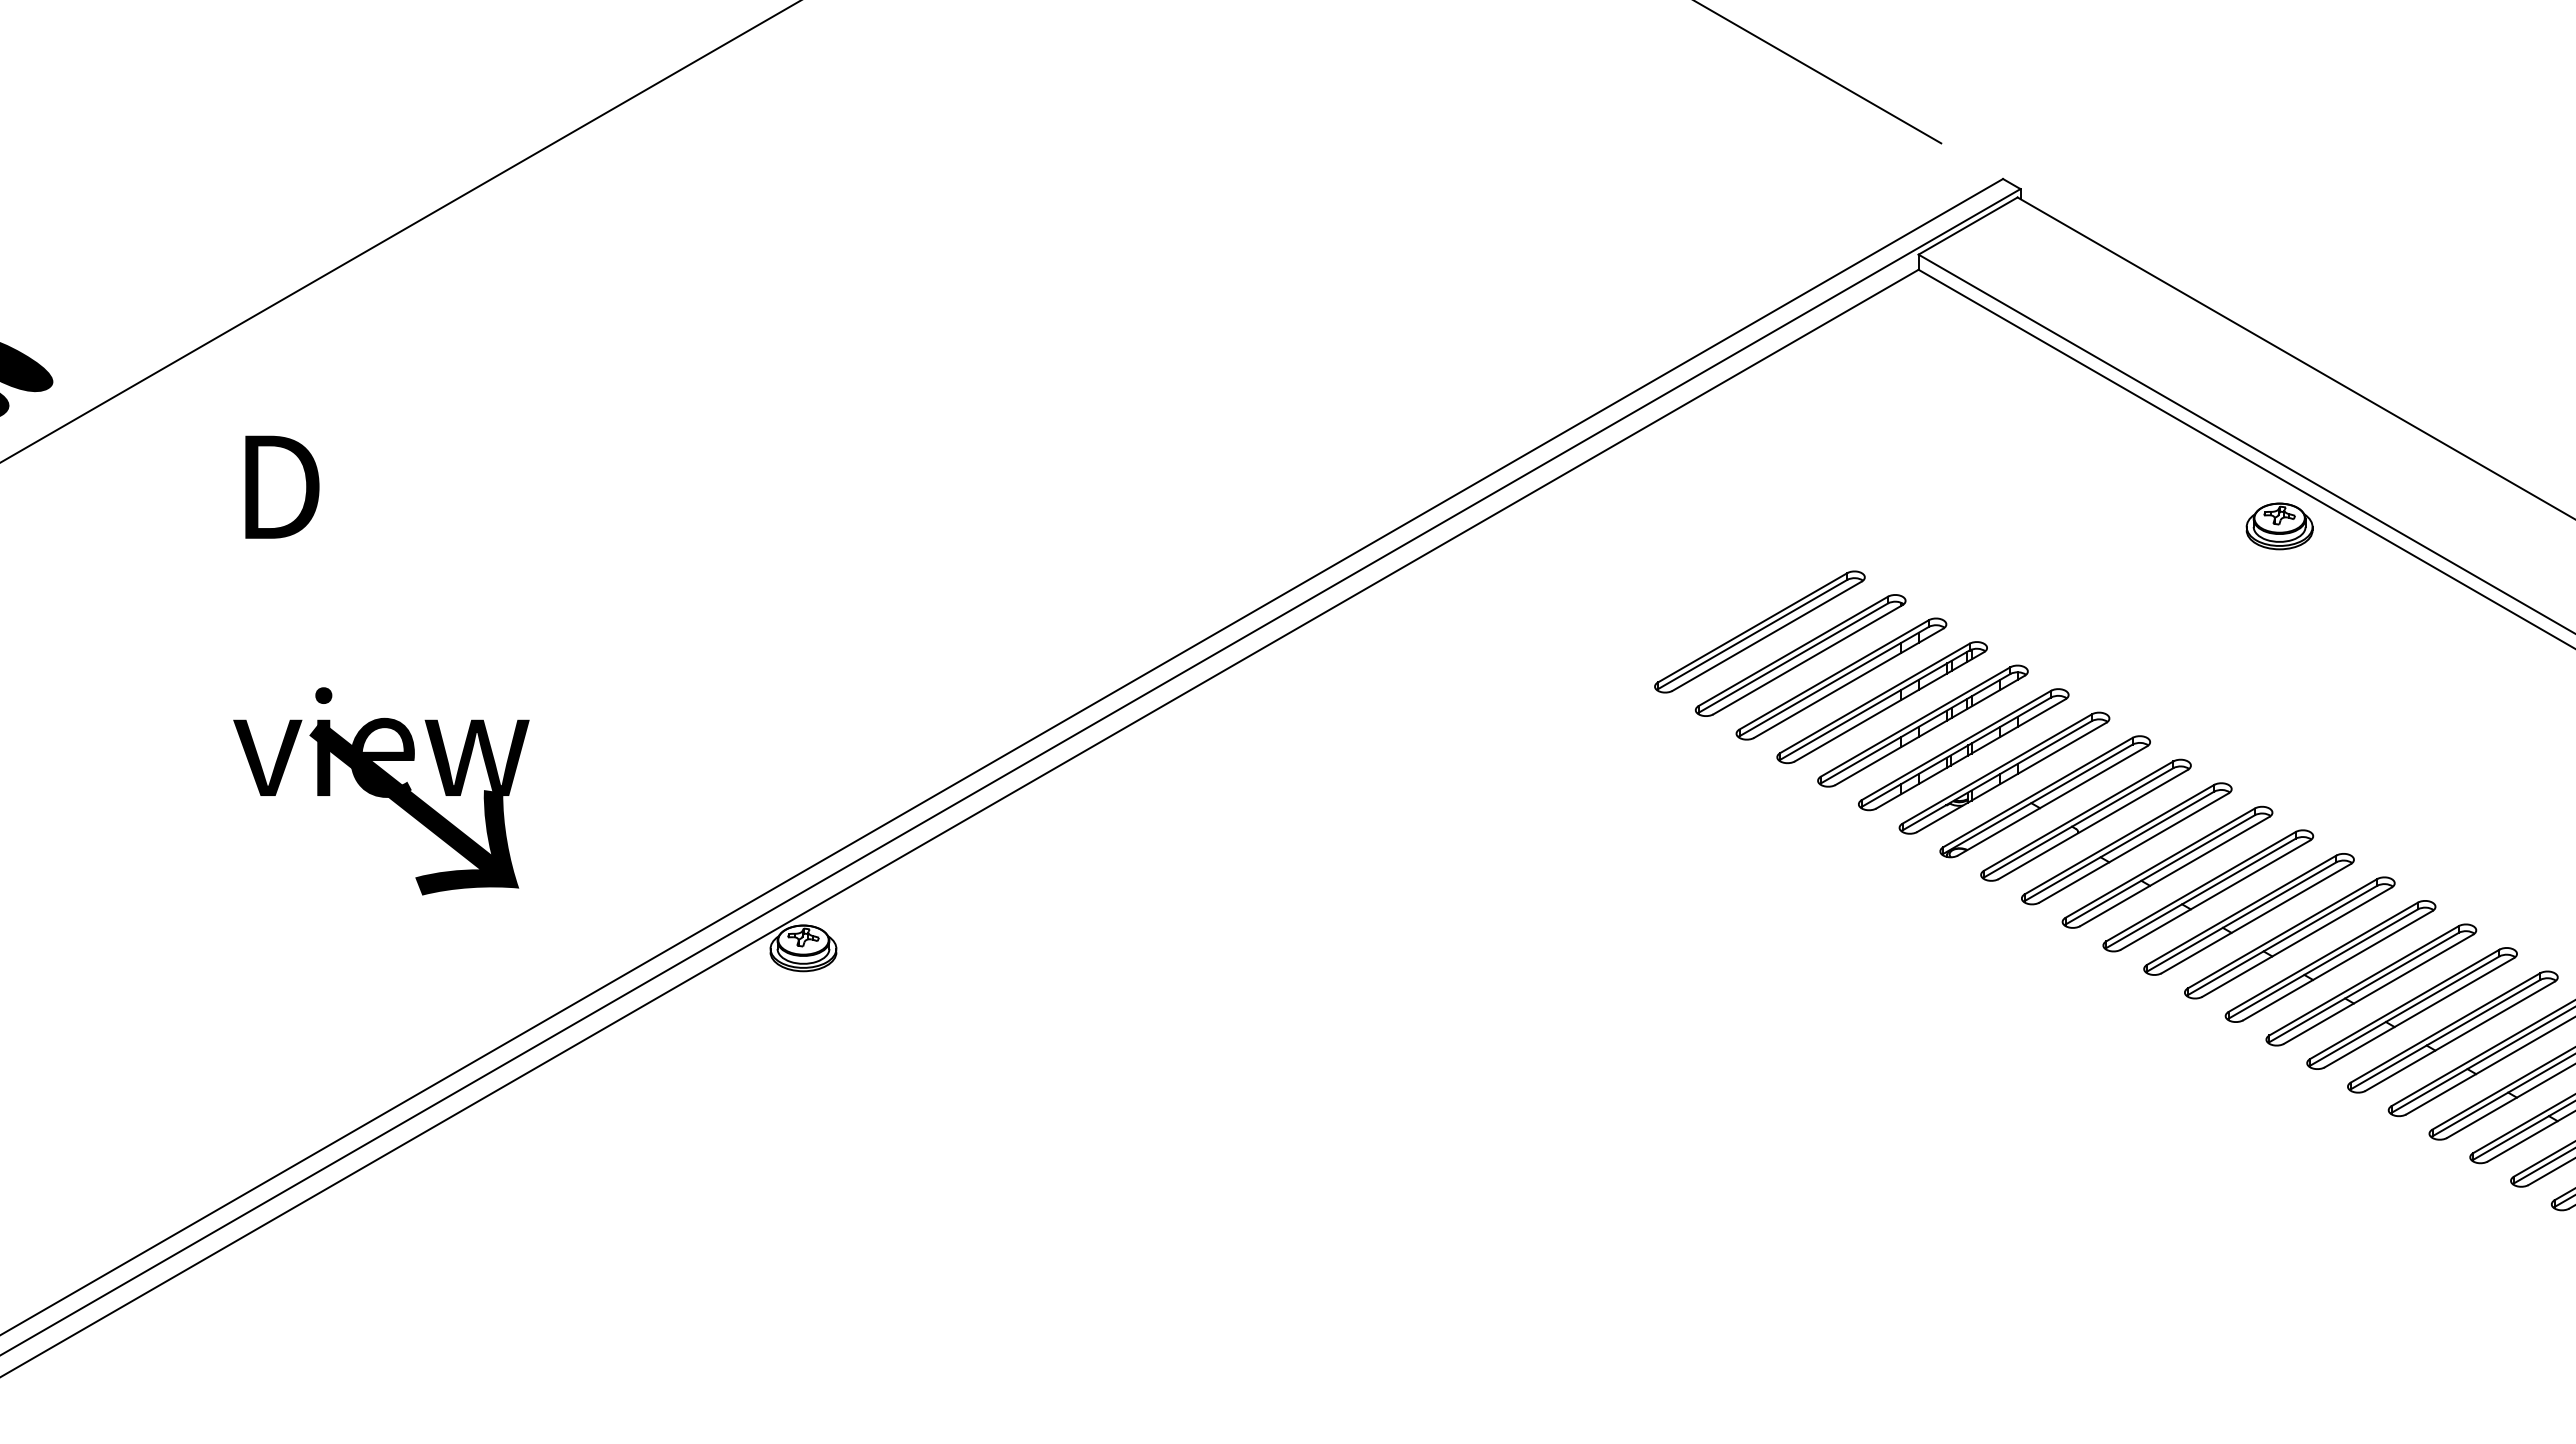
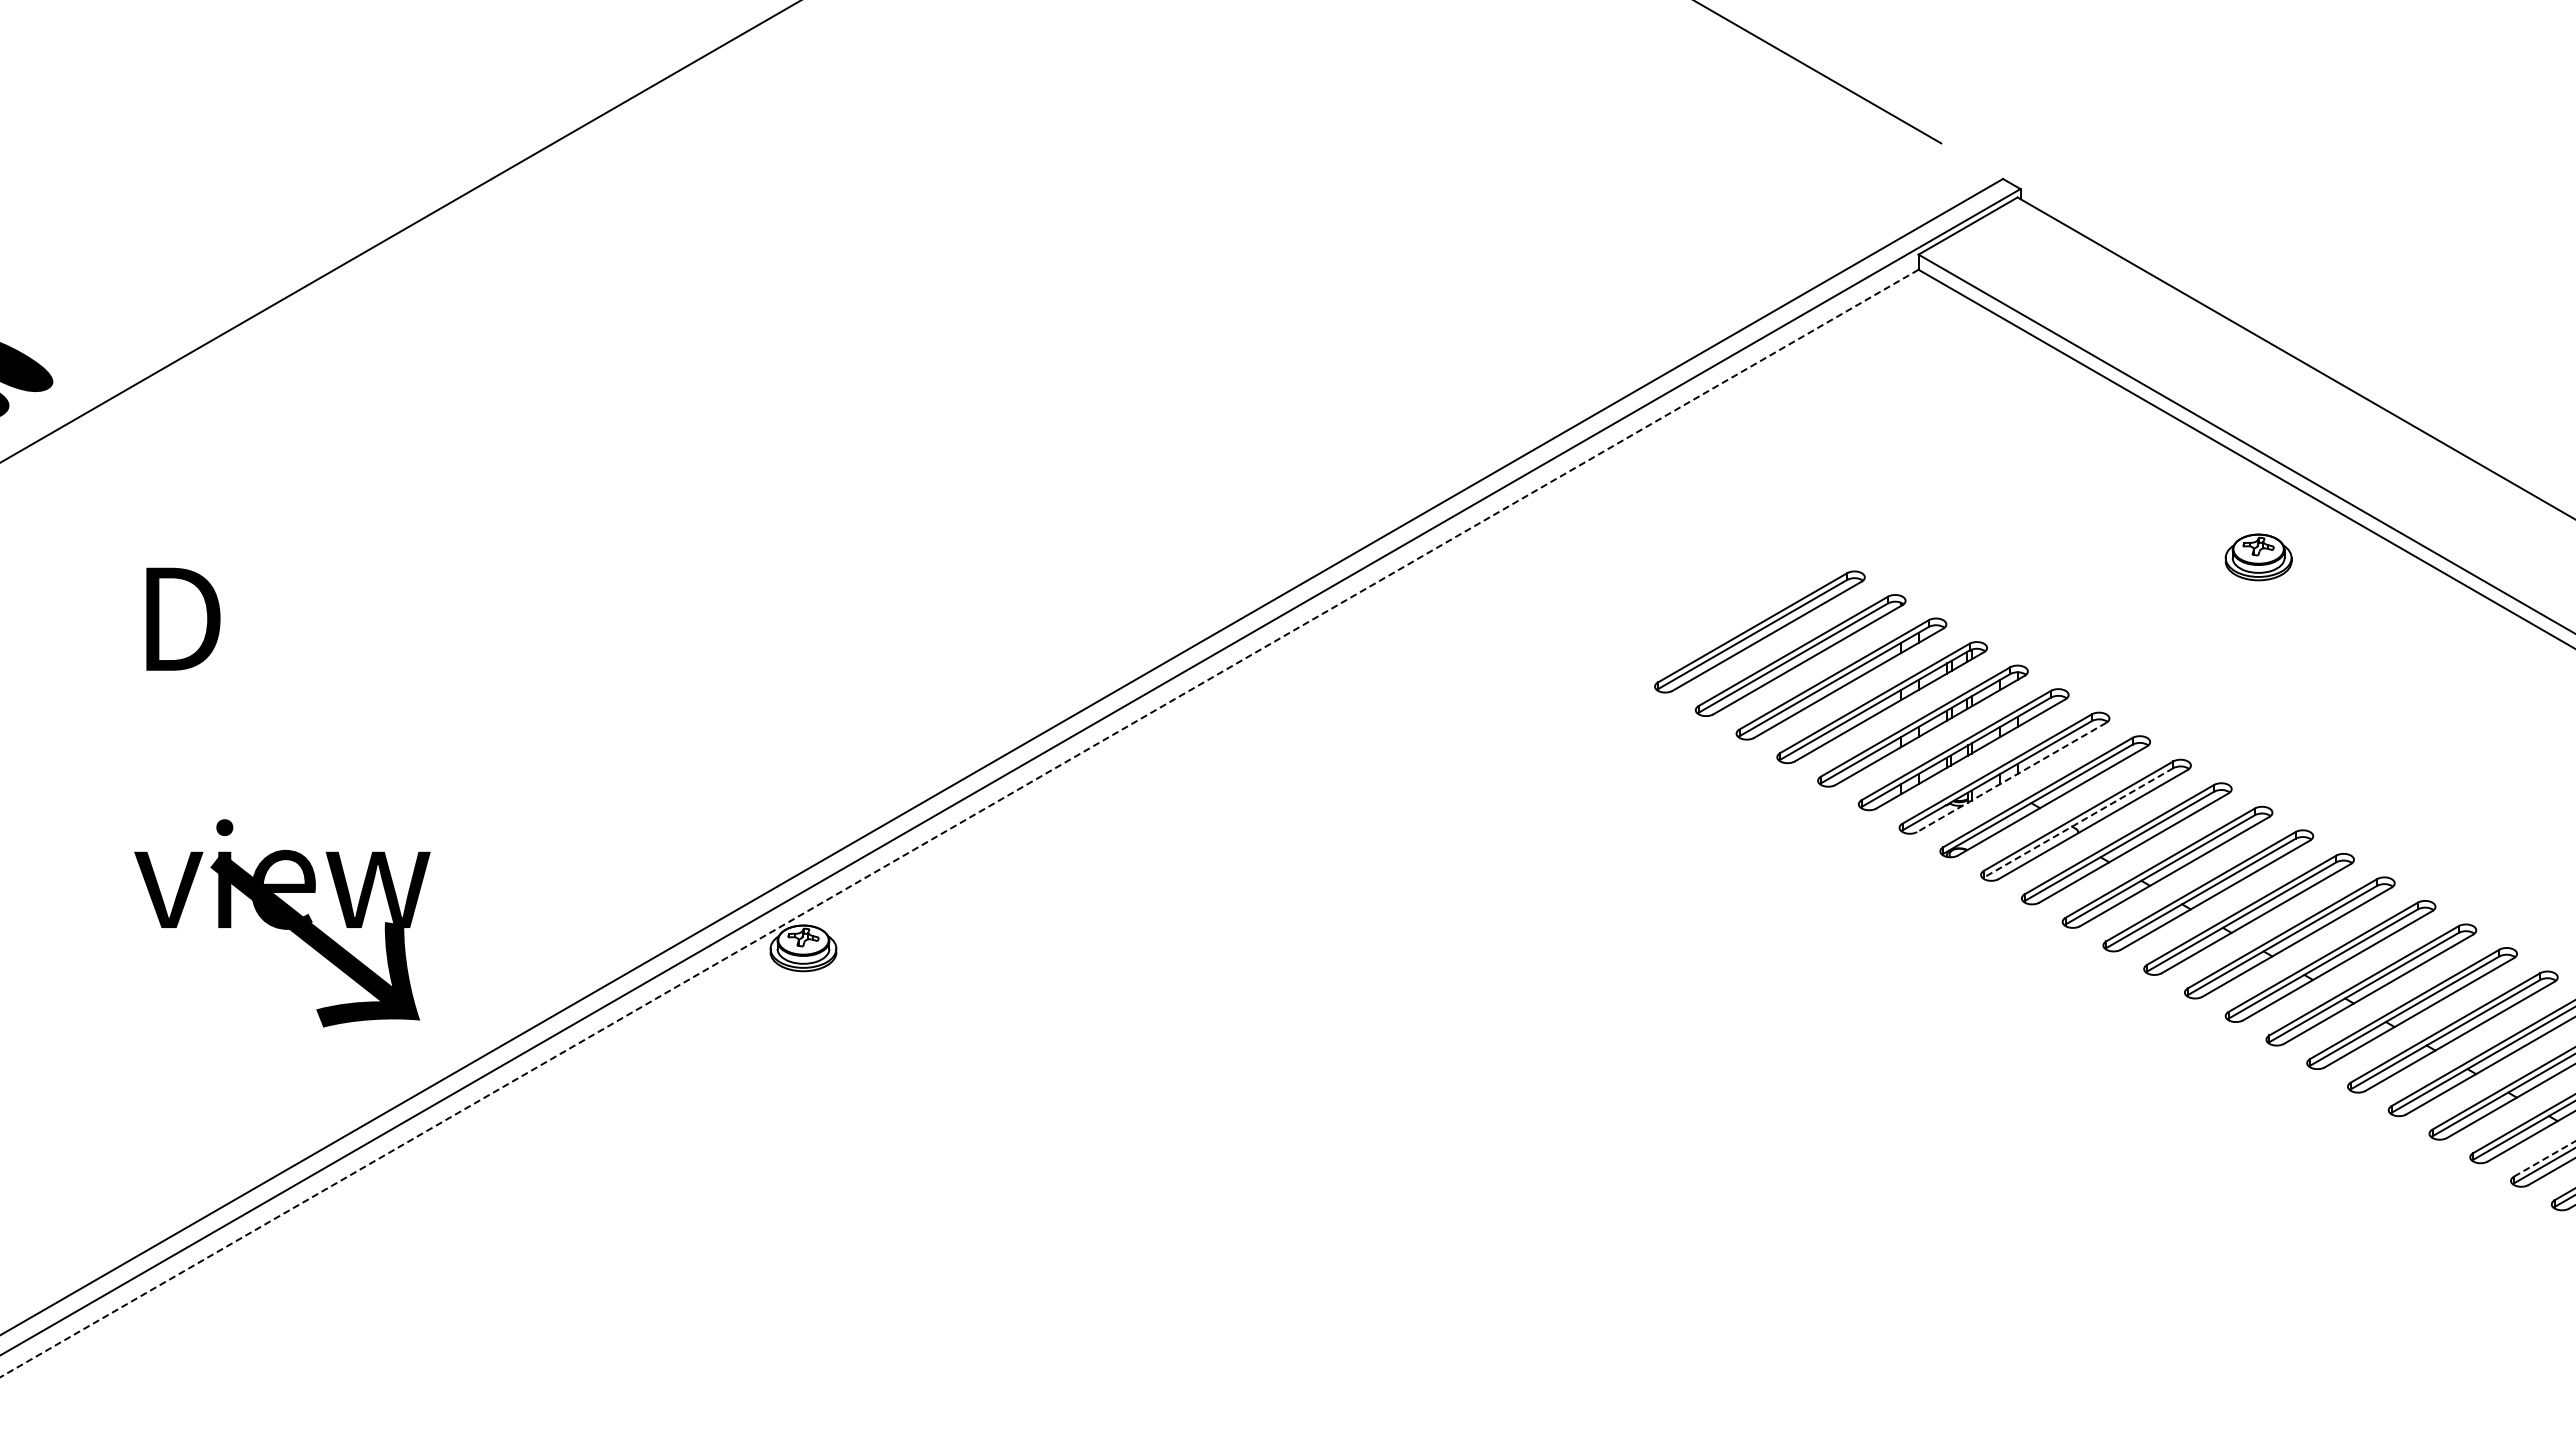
part at (2279, 526) position: (2279, 526) -> (2258, 557)
text at (381, 665) position: (381, 665) -> (282, 797)
line at (2011, 777): solid -> dashed
line at (959, 823): solid -> dashed
line at (2078, 823): solid -> dashed
line at (2545, 1158): solid -> dashed
